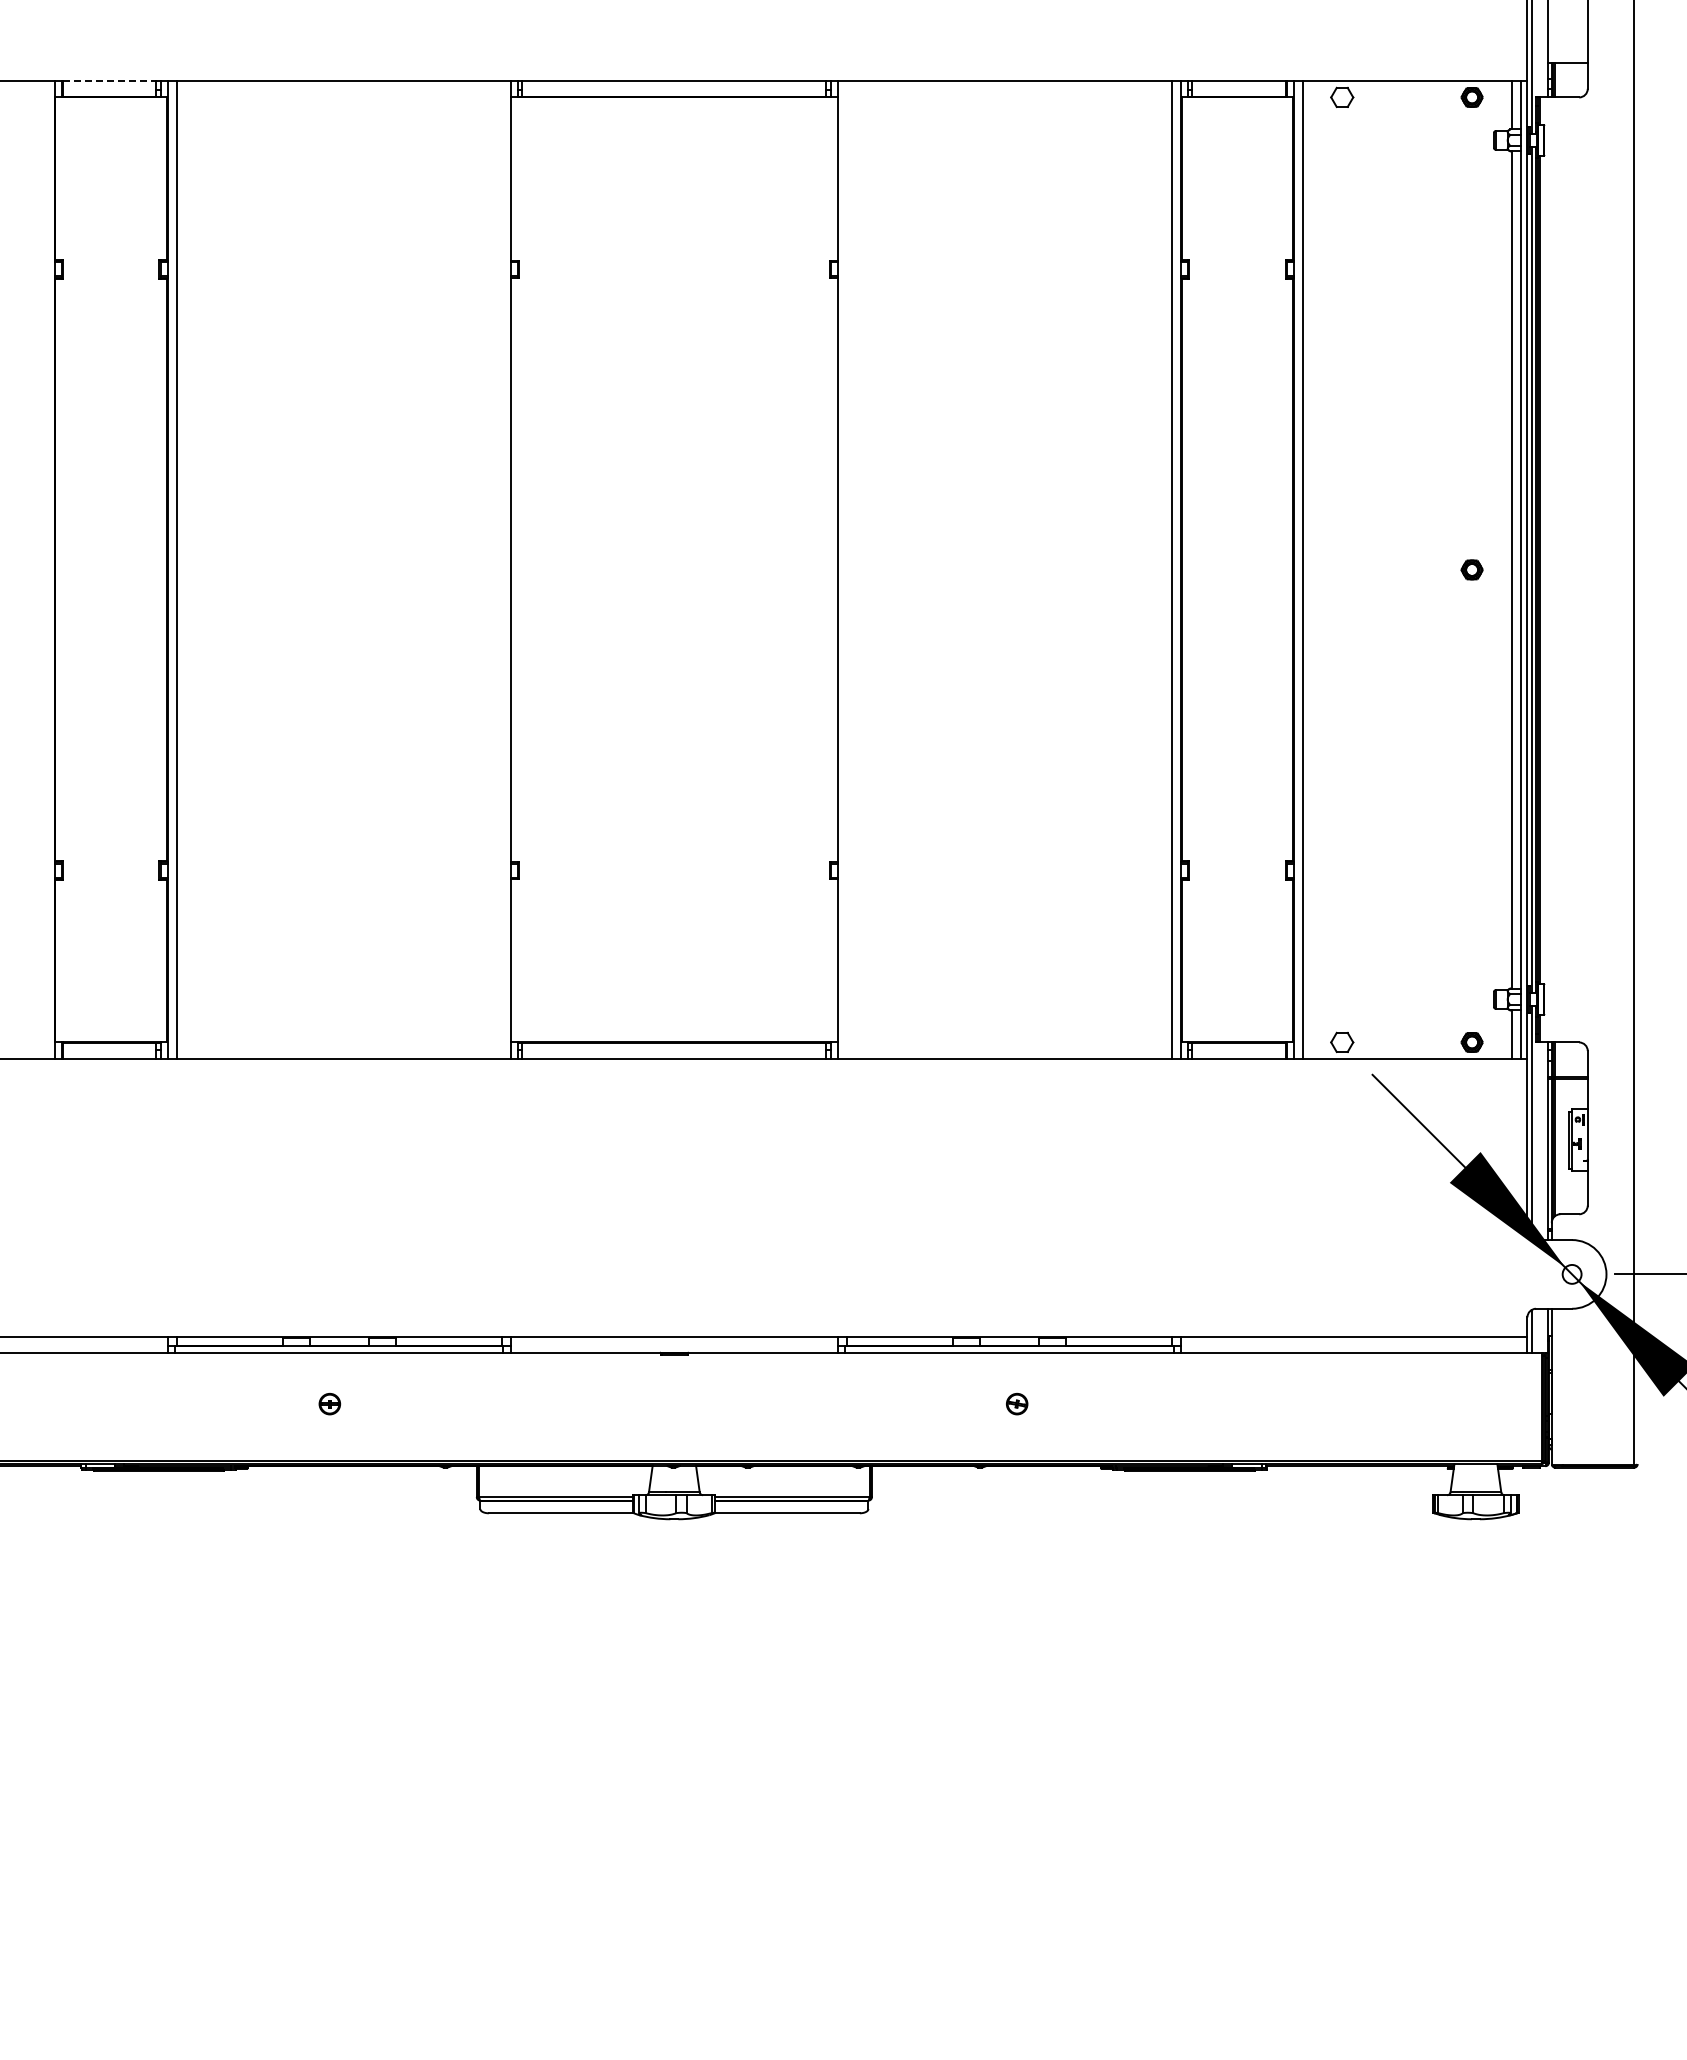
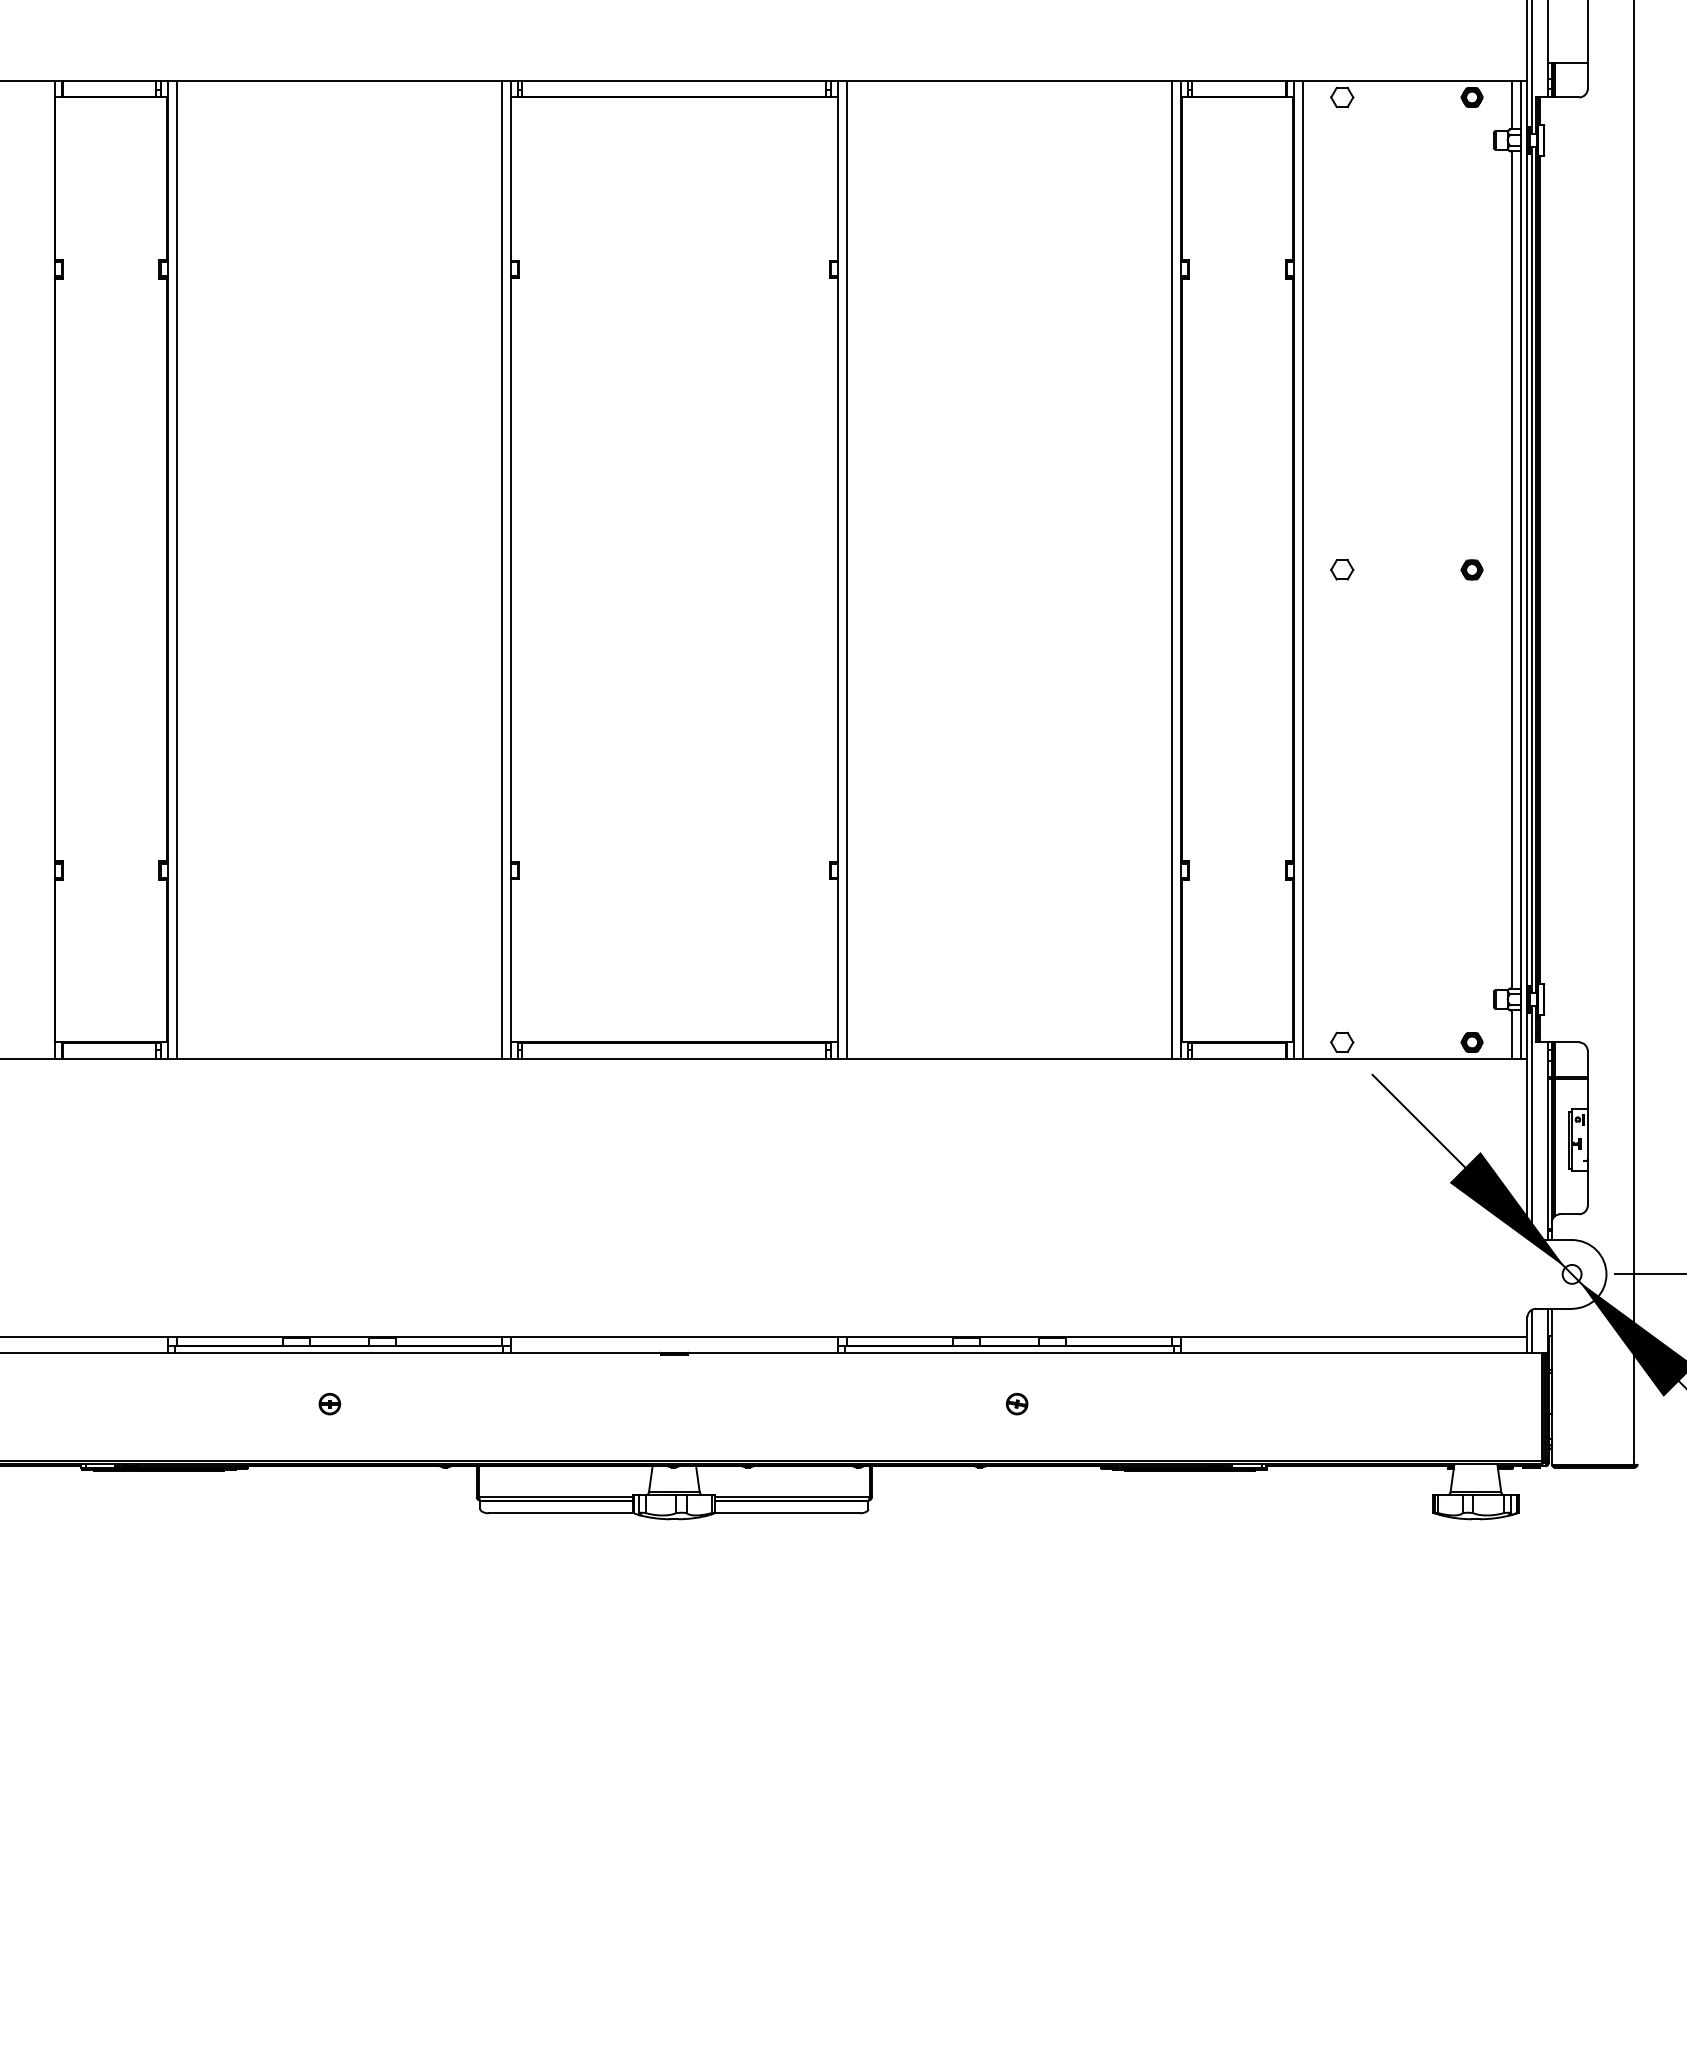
line at (109, 80): dashed -> solid
line at (502, 569): none -> present
line at (846, 569): none -> present
part at (1342, 569): none -> present
